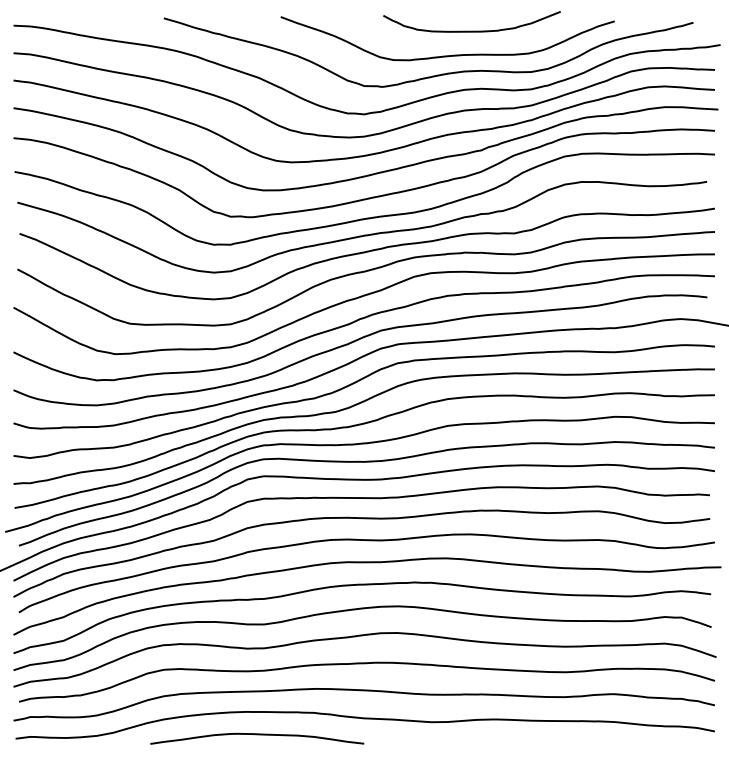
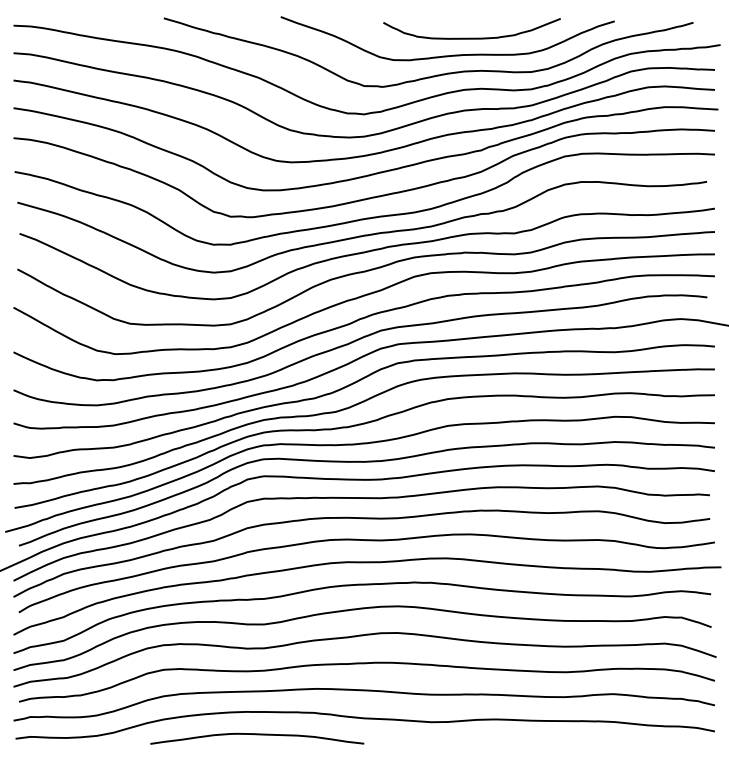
curve at (471, 30) position: (471, 30) -> (471, 37)
